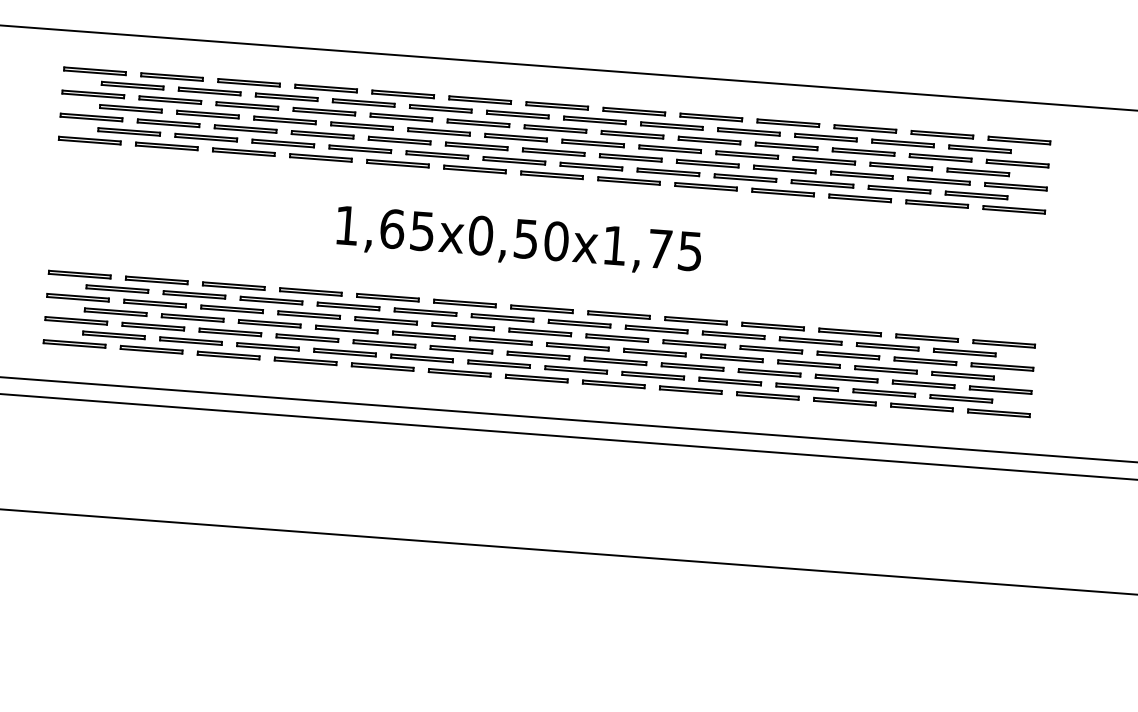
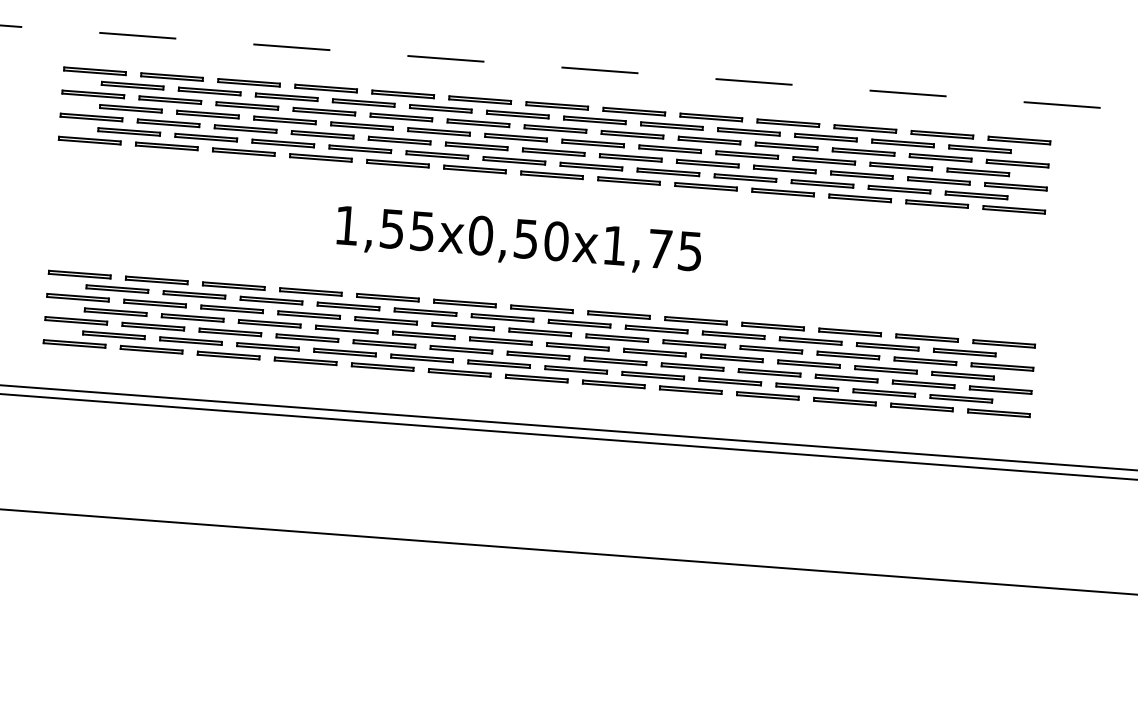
line at (569, 68): solid -> dashed
text at (391, 228): 1,65x0,50x1,75 -> 1,55x0,50x1,75
line at (568, 419) position: (568, 419) -> (568, 427)
